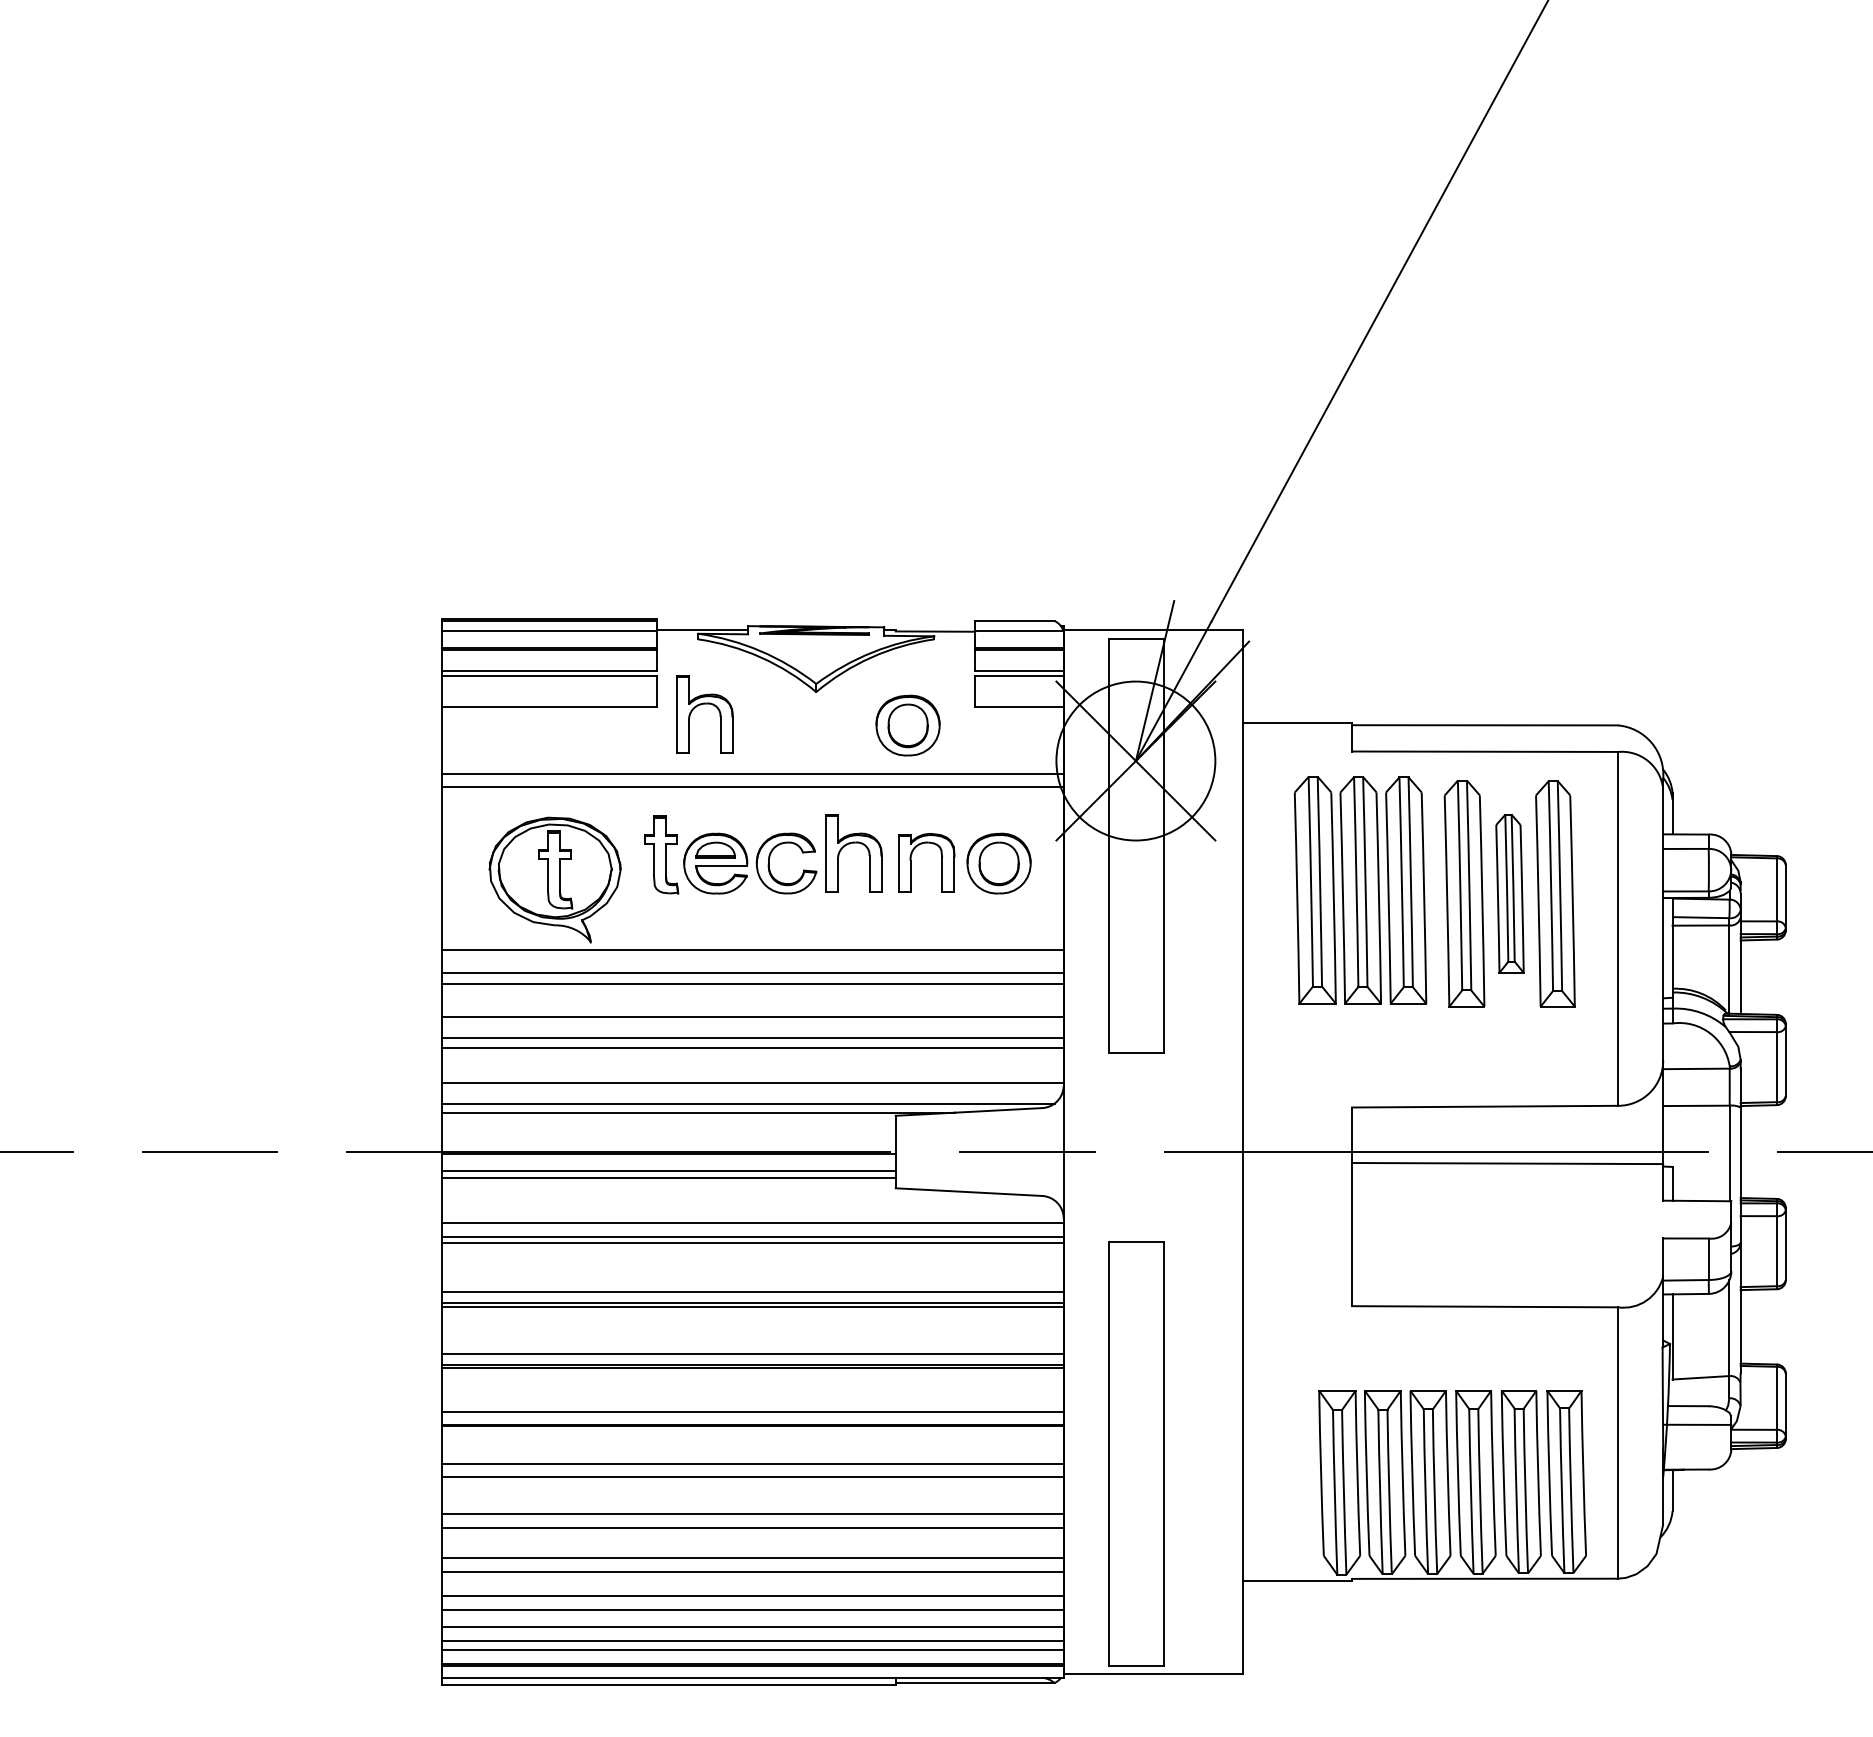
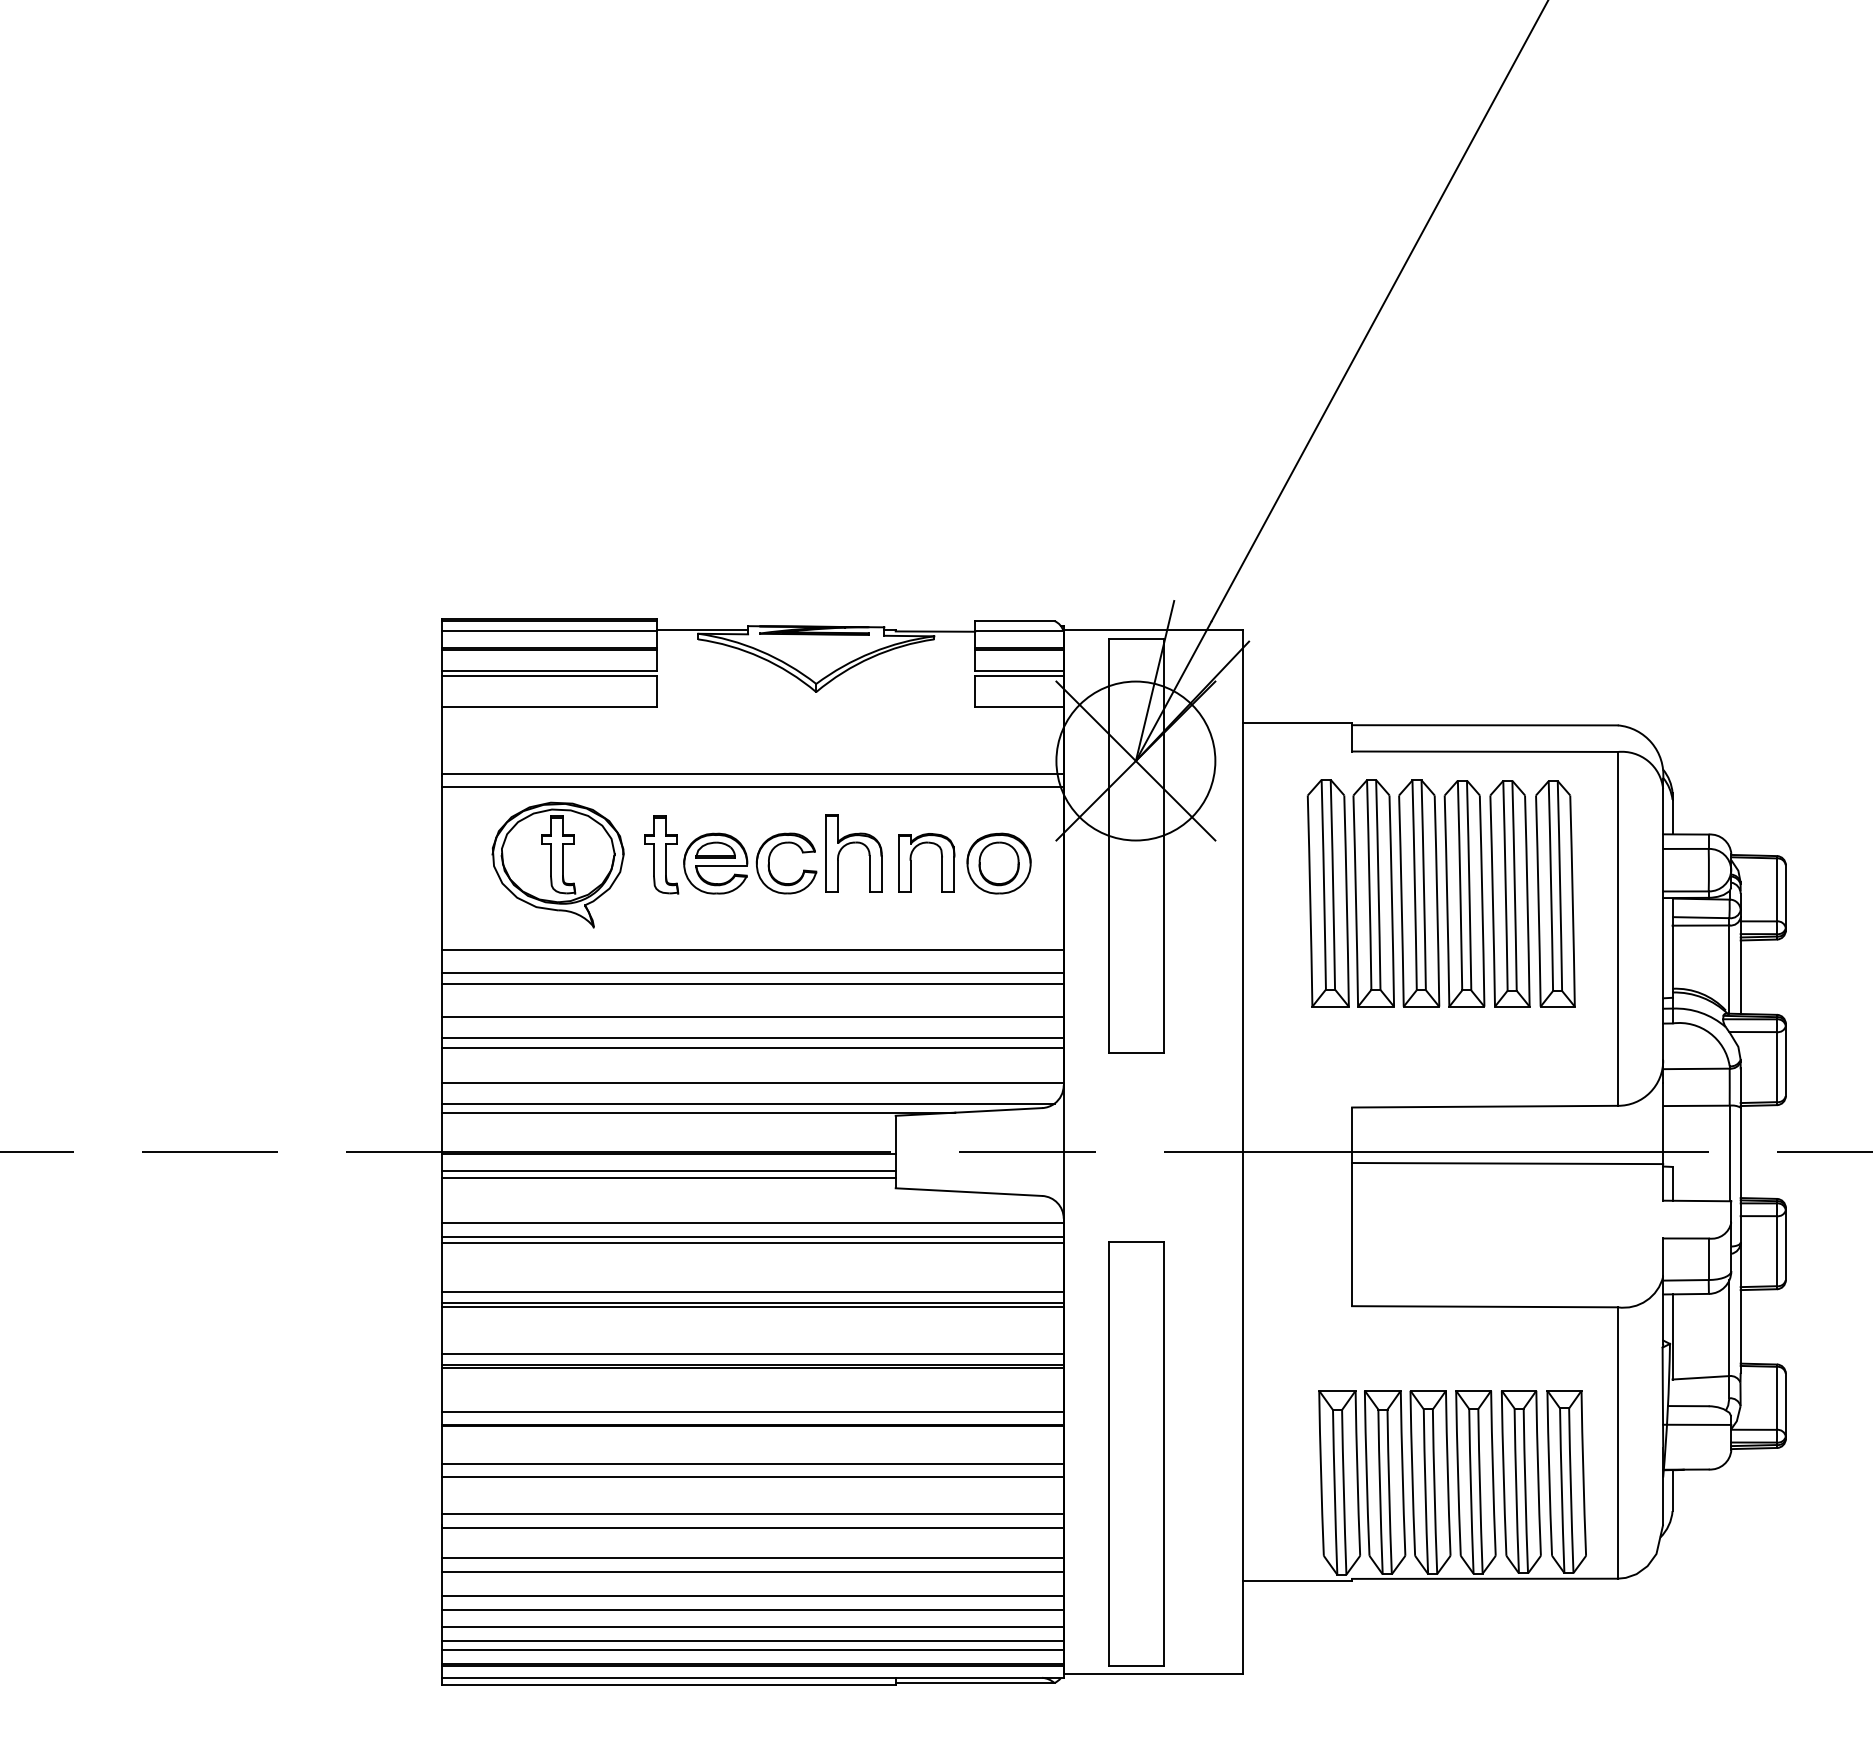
part at (700, 705): present -> none
part at (907, 725): present -> none
part at (554, 879) position: (554, 879) -> (557, 864)
part at (1360, 890) position: (1360, 890) -> (1373, 893)
part at (1509, 893) size: 30x160 px -> 42x228 px
